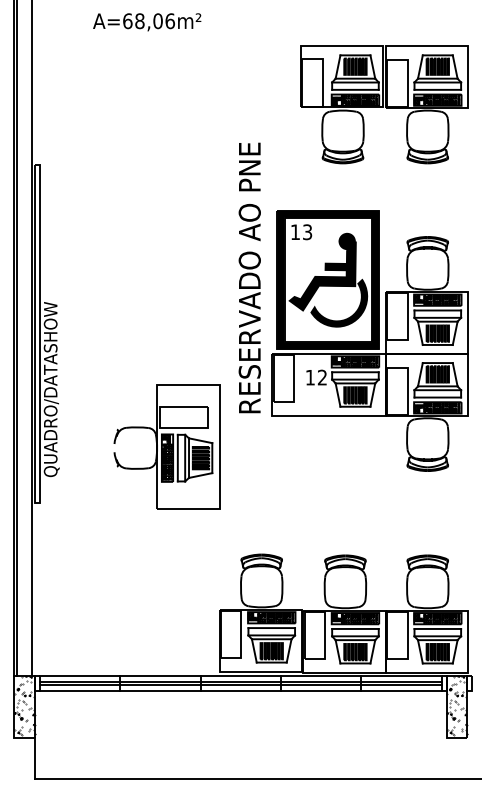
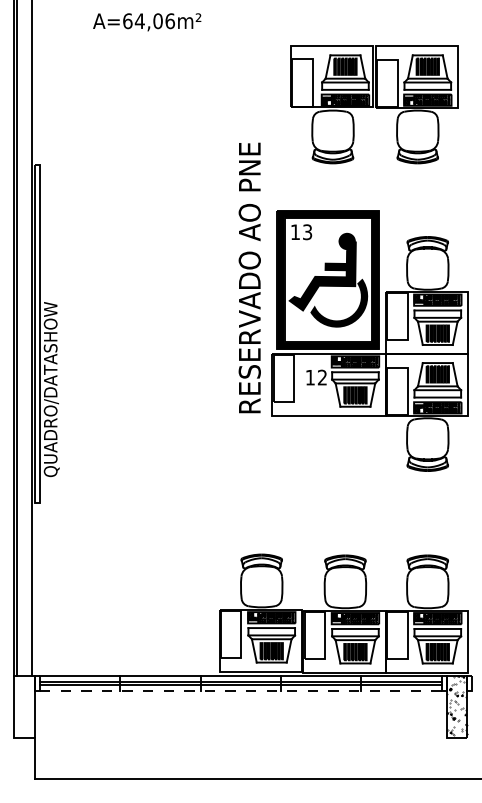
text at (139, 21): A=68,06m² -> A=64,06m²
part at (384, 104) position: (384, 104) -> (374, 104)
part at (166, 446): present -> none
line at (240, 691): solid -> dashed
hatch at (24, 705): present -> none
